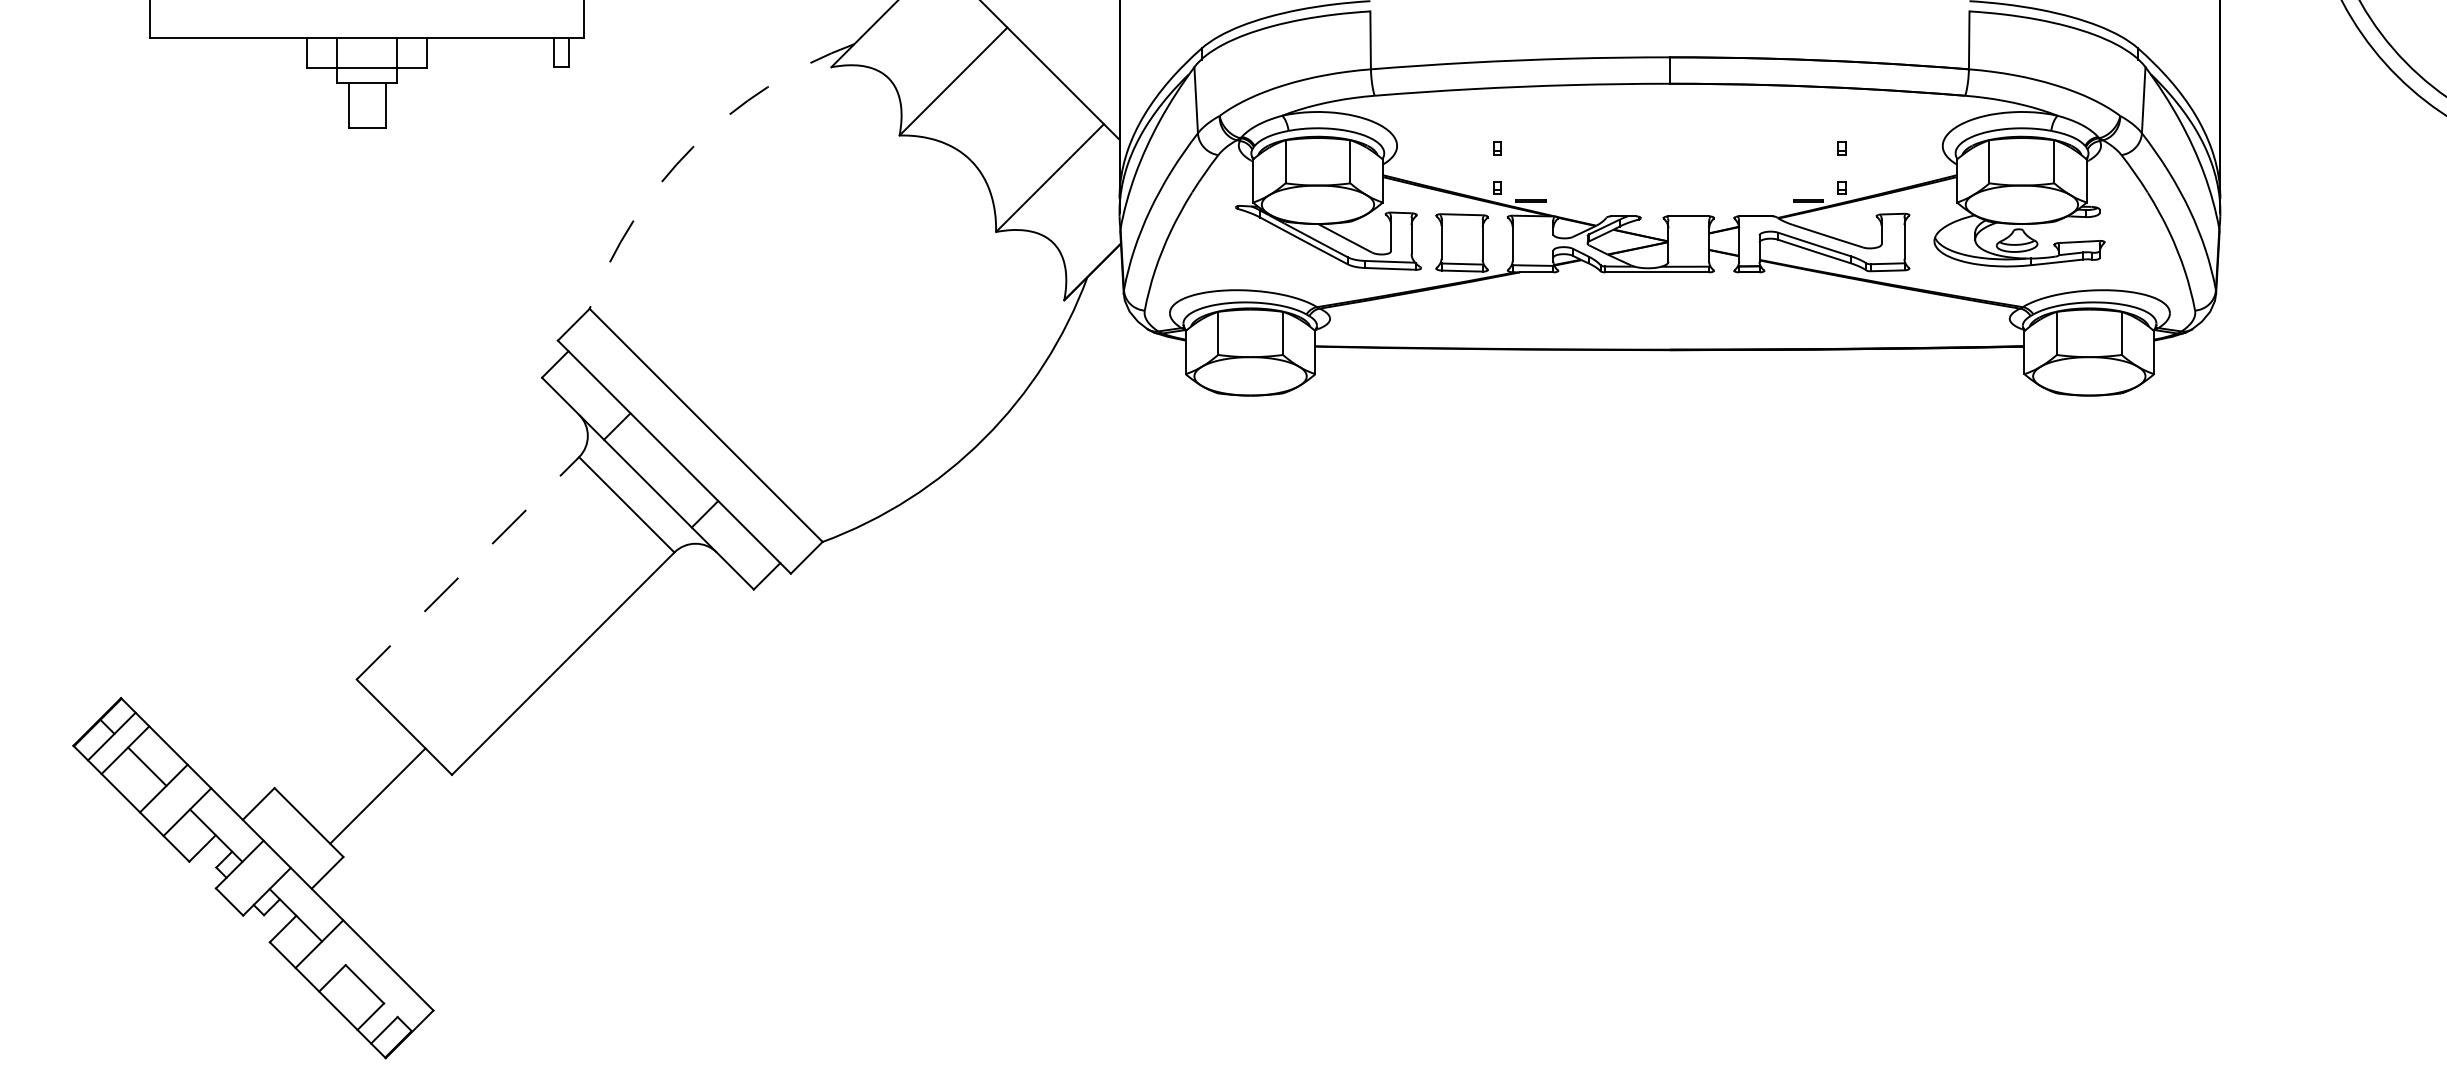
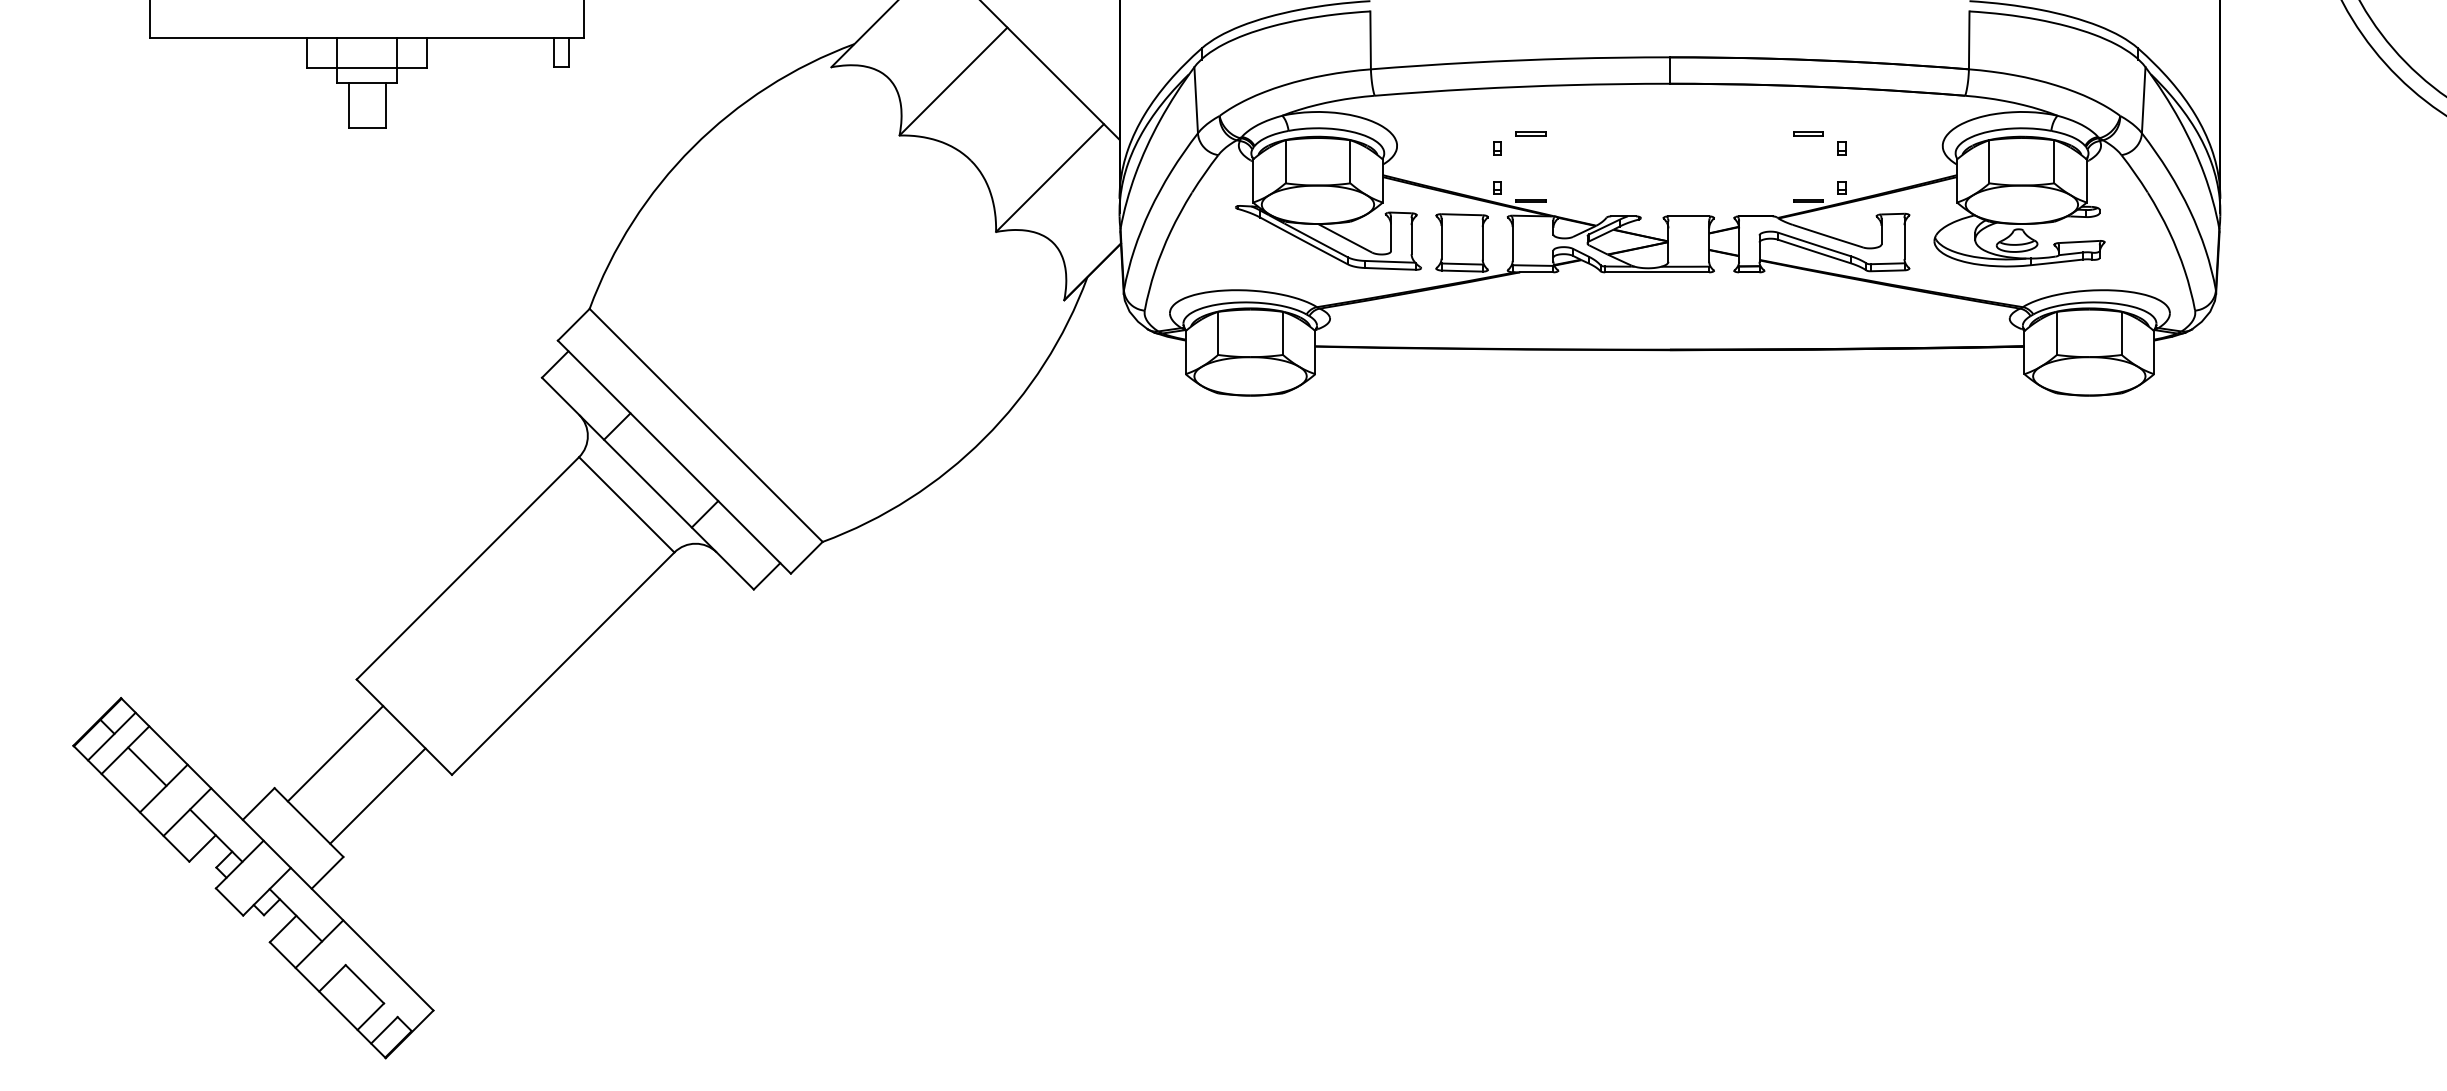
part at (1530, 133): none -> present
part at (1808, 133): none -> present
arc at (692, 147): dashed -> solid
line at (468, 568): dashed -> solid
line at (335, 753): none -> present
